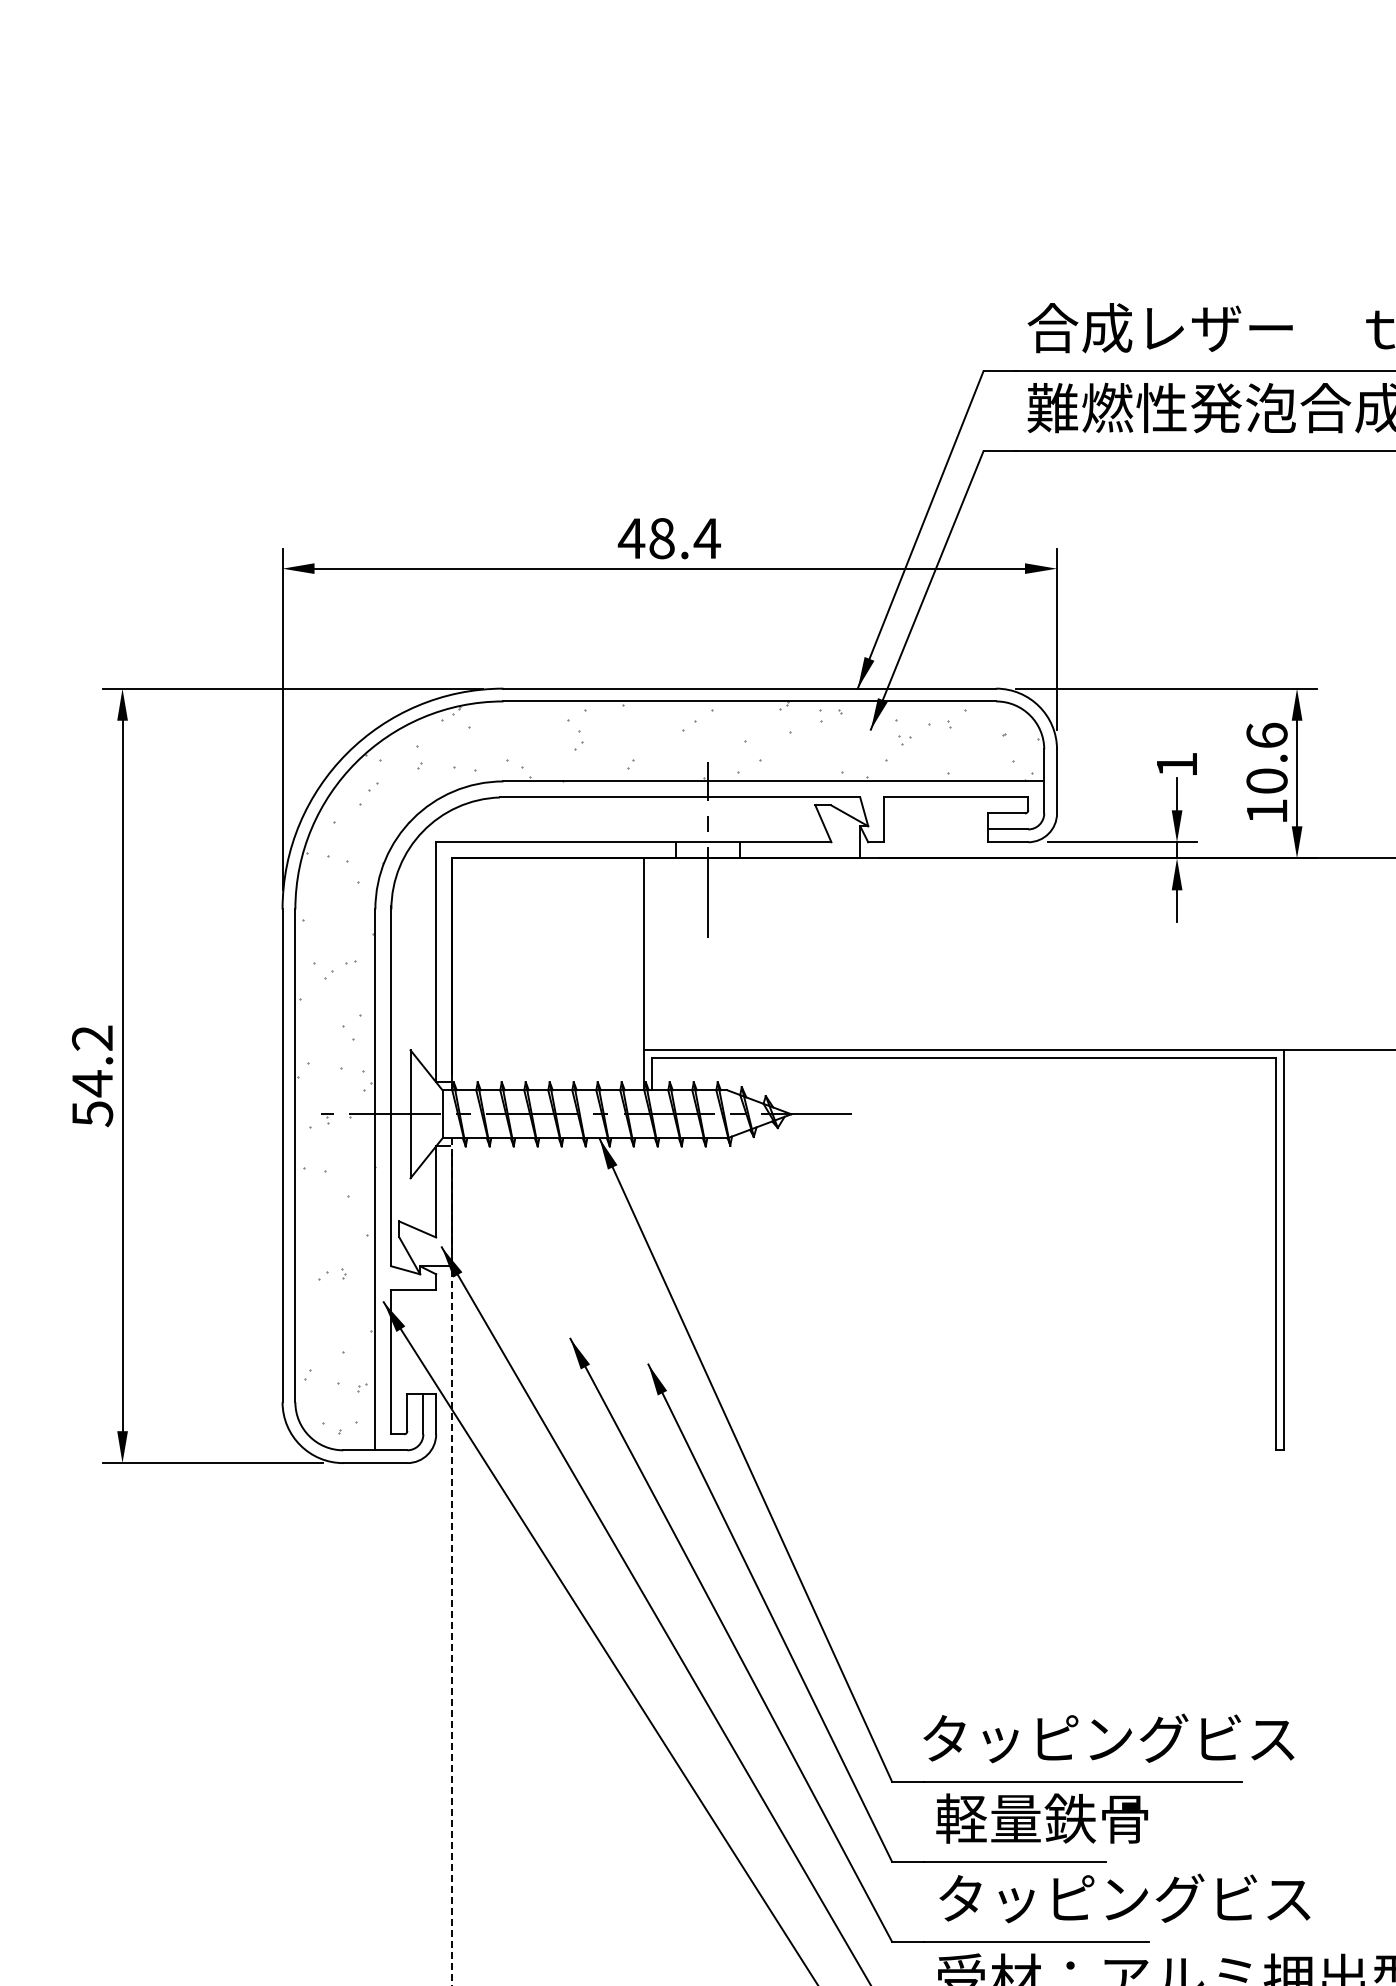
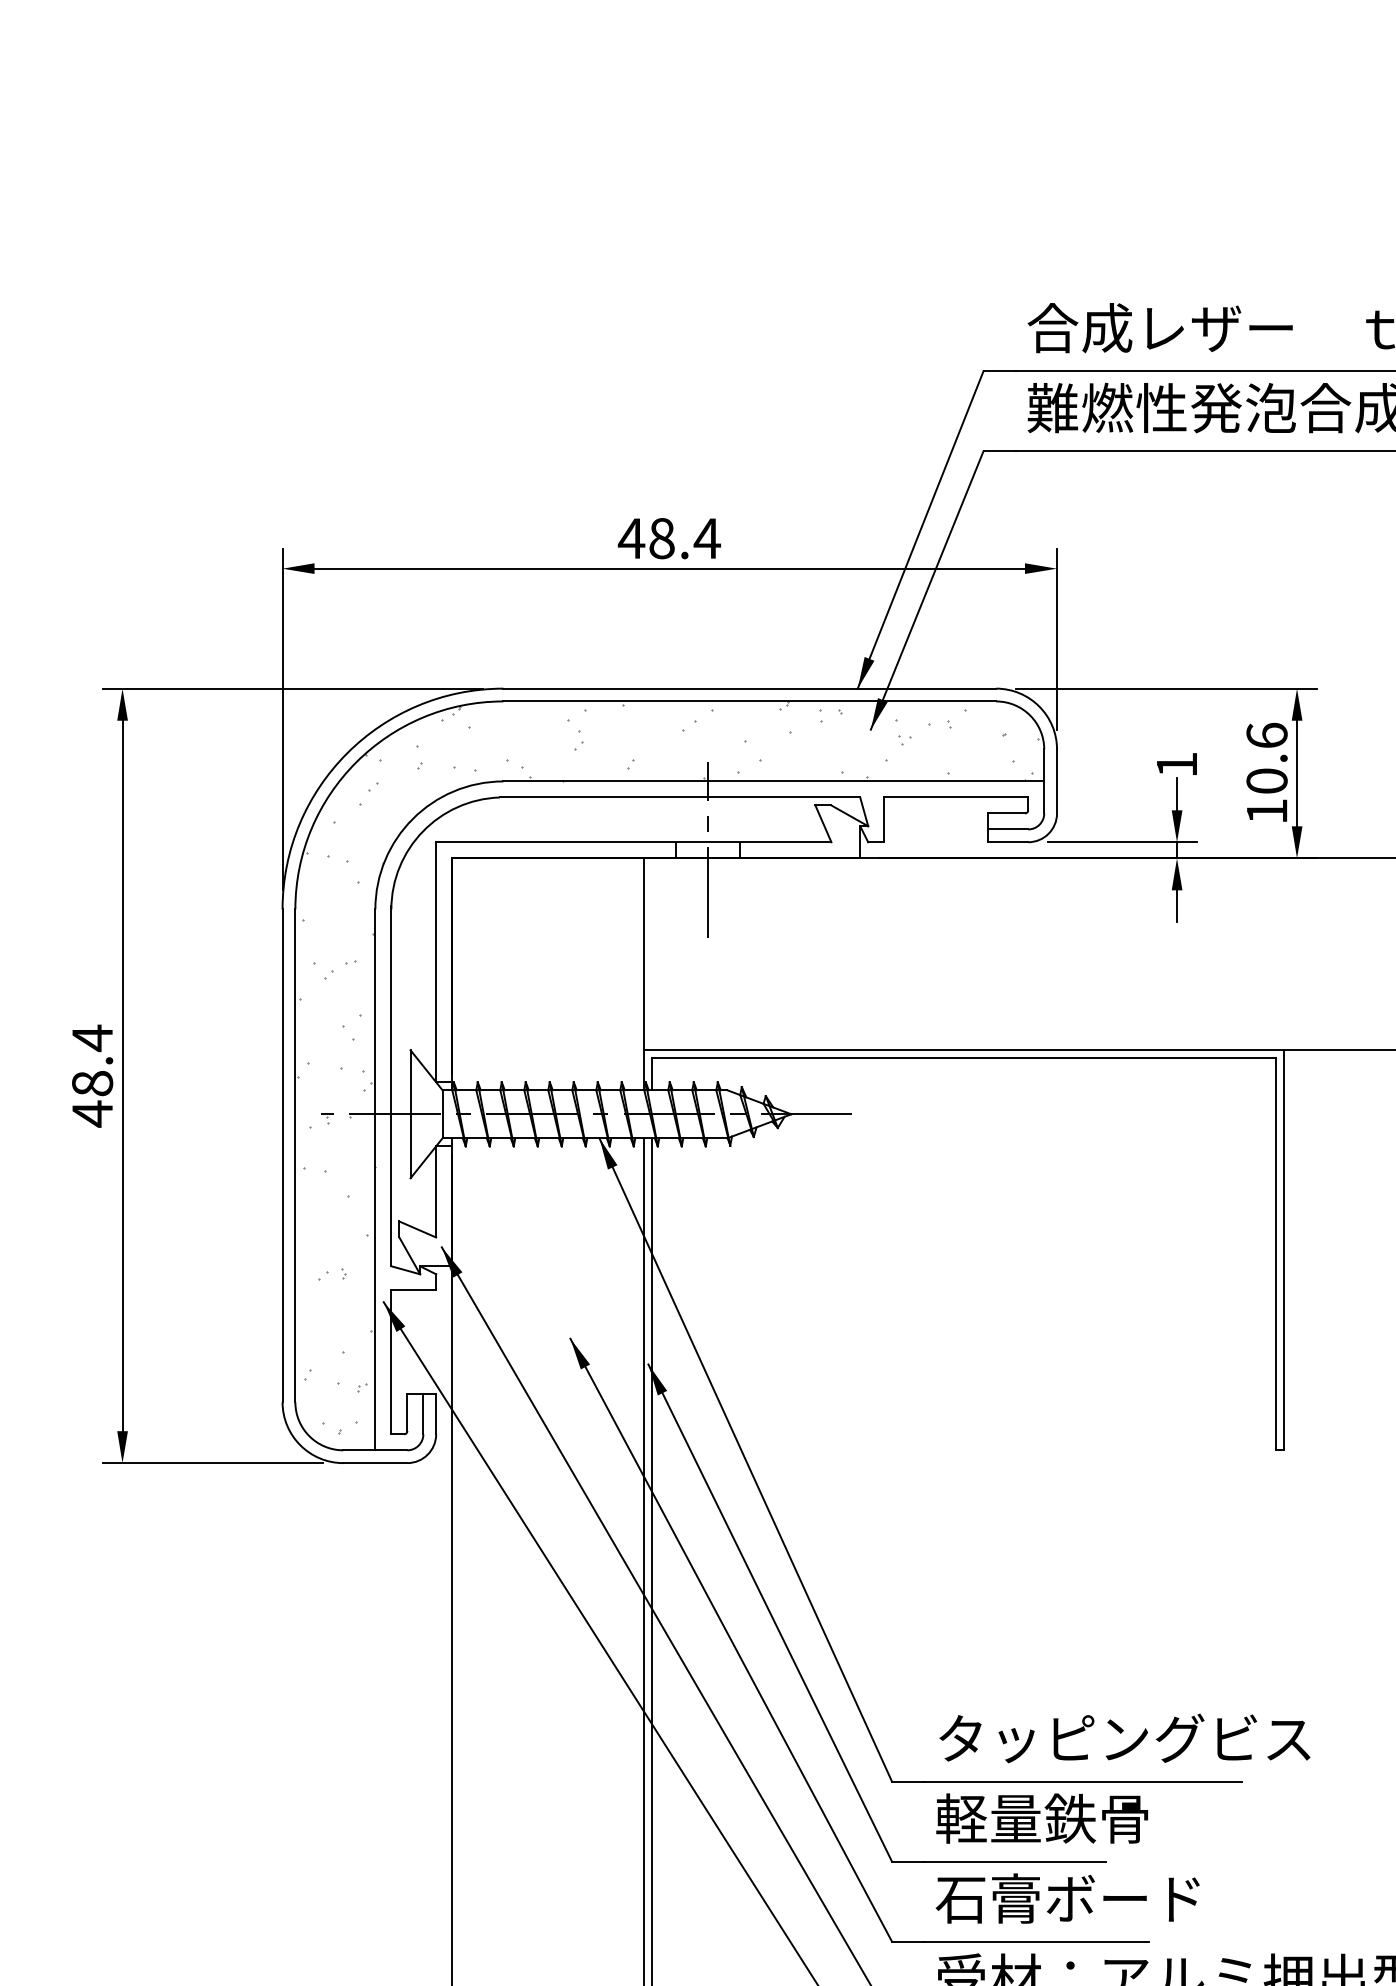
text at (92, 1075): 54.2 -> 48.4
line at (644, 1560): none -> present
line at (652, 1560): none -> present
line at (452, 1562): dashed -> solid
text at (1108, 1738) position: (1108, 1738) -> (1124, 1738)
text at (1122, 1898): タッピングビス -> 石膏ボード
